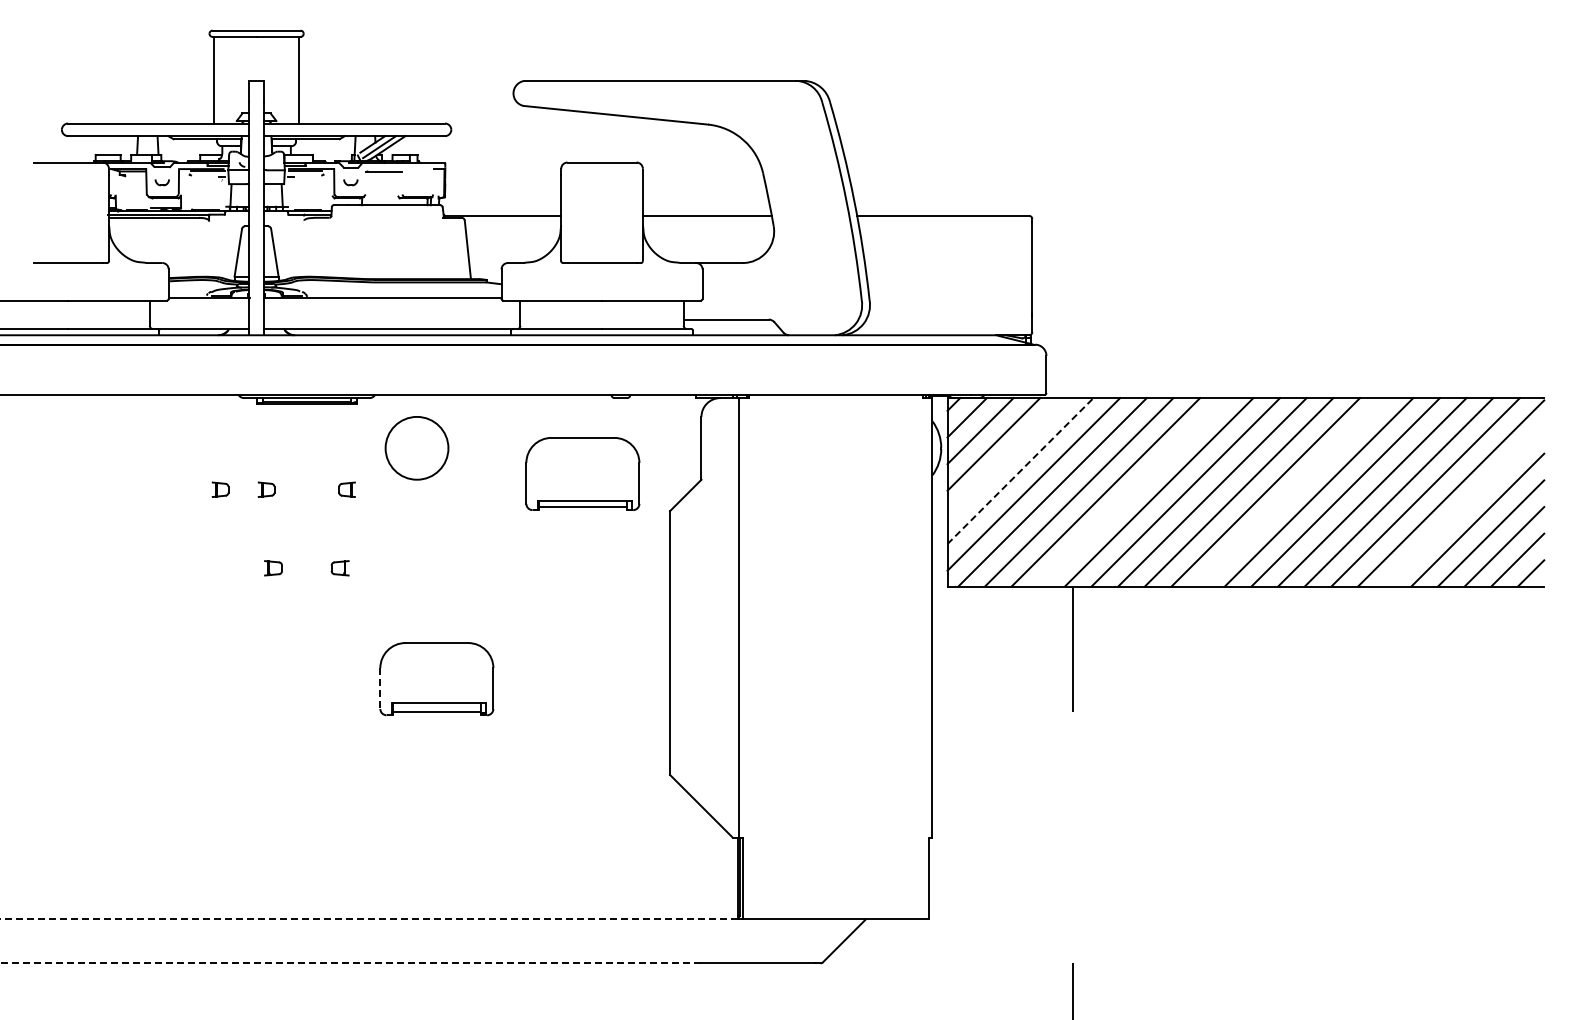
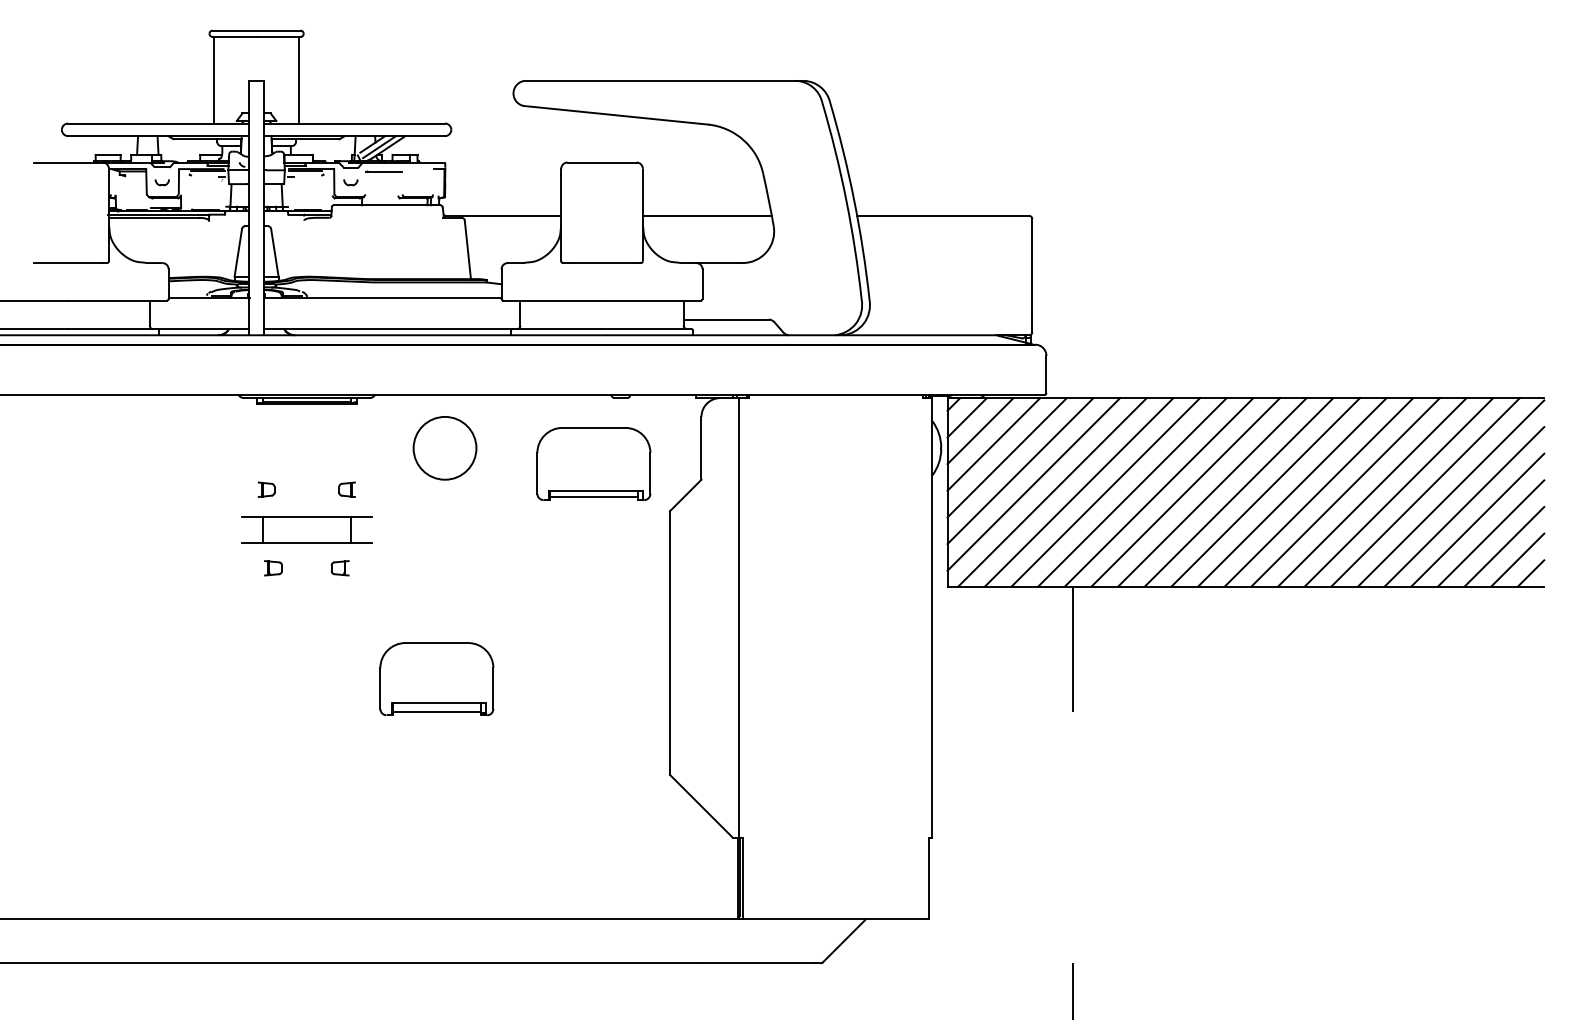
circle at (416, 448) position: (416, 448) -> (444, 448)
line at (1006, 457): none -> present
line at (1020, 470): dashed -> solid
part at (582, 473) position: (582, 473) -> (593, 463)
part at (220, 489): present -> none
line at (1132, 492): none -> present
line at (1292, 492): none -> present
line at (1464, 506): none -> present
part at (306, 529): none -> present
line at (380, 689): dashed -> solid
line at (369, 919): dashed -> solid
line at (351, 963): dashed -> solid
